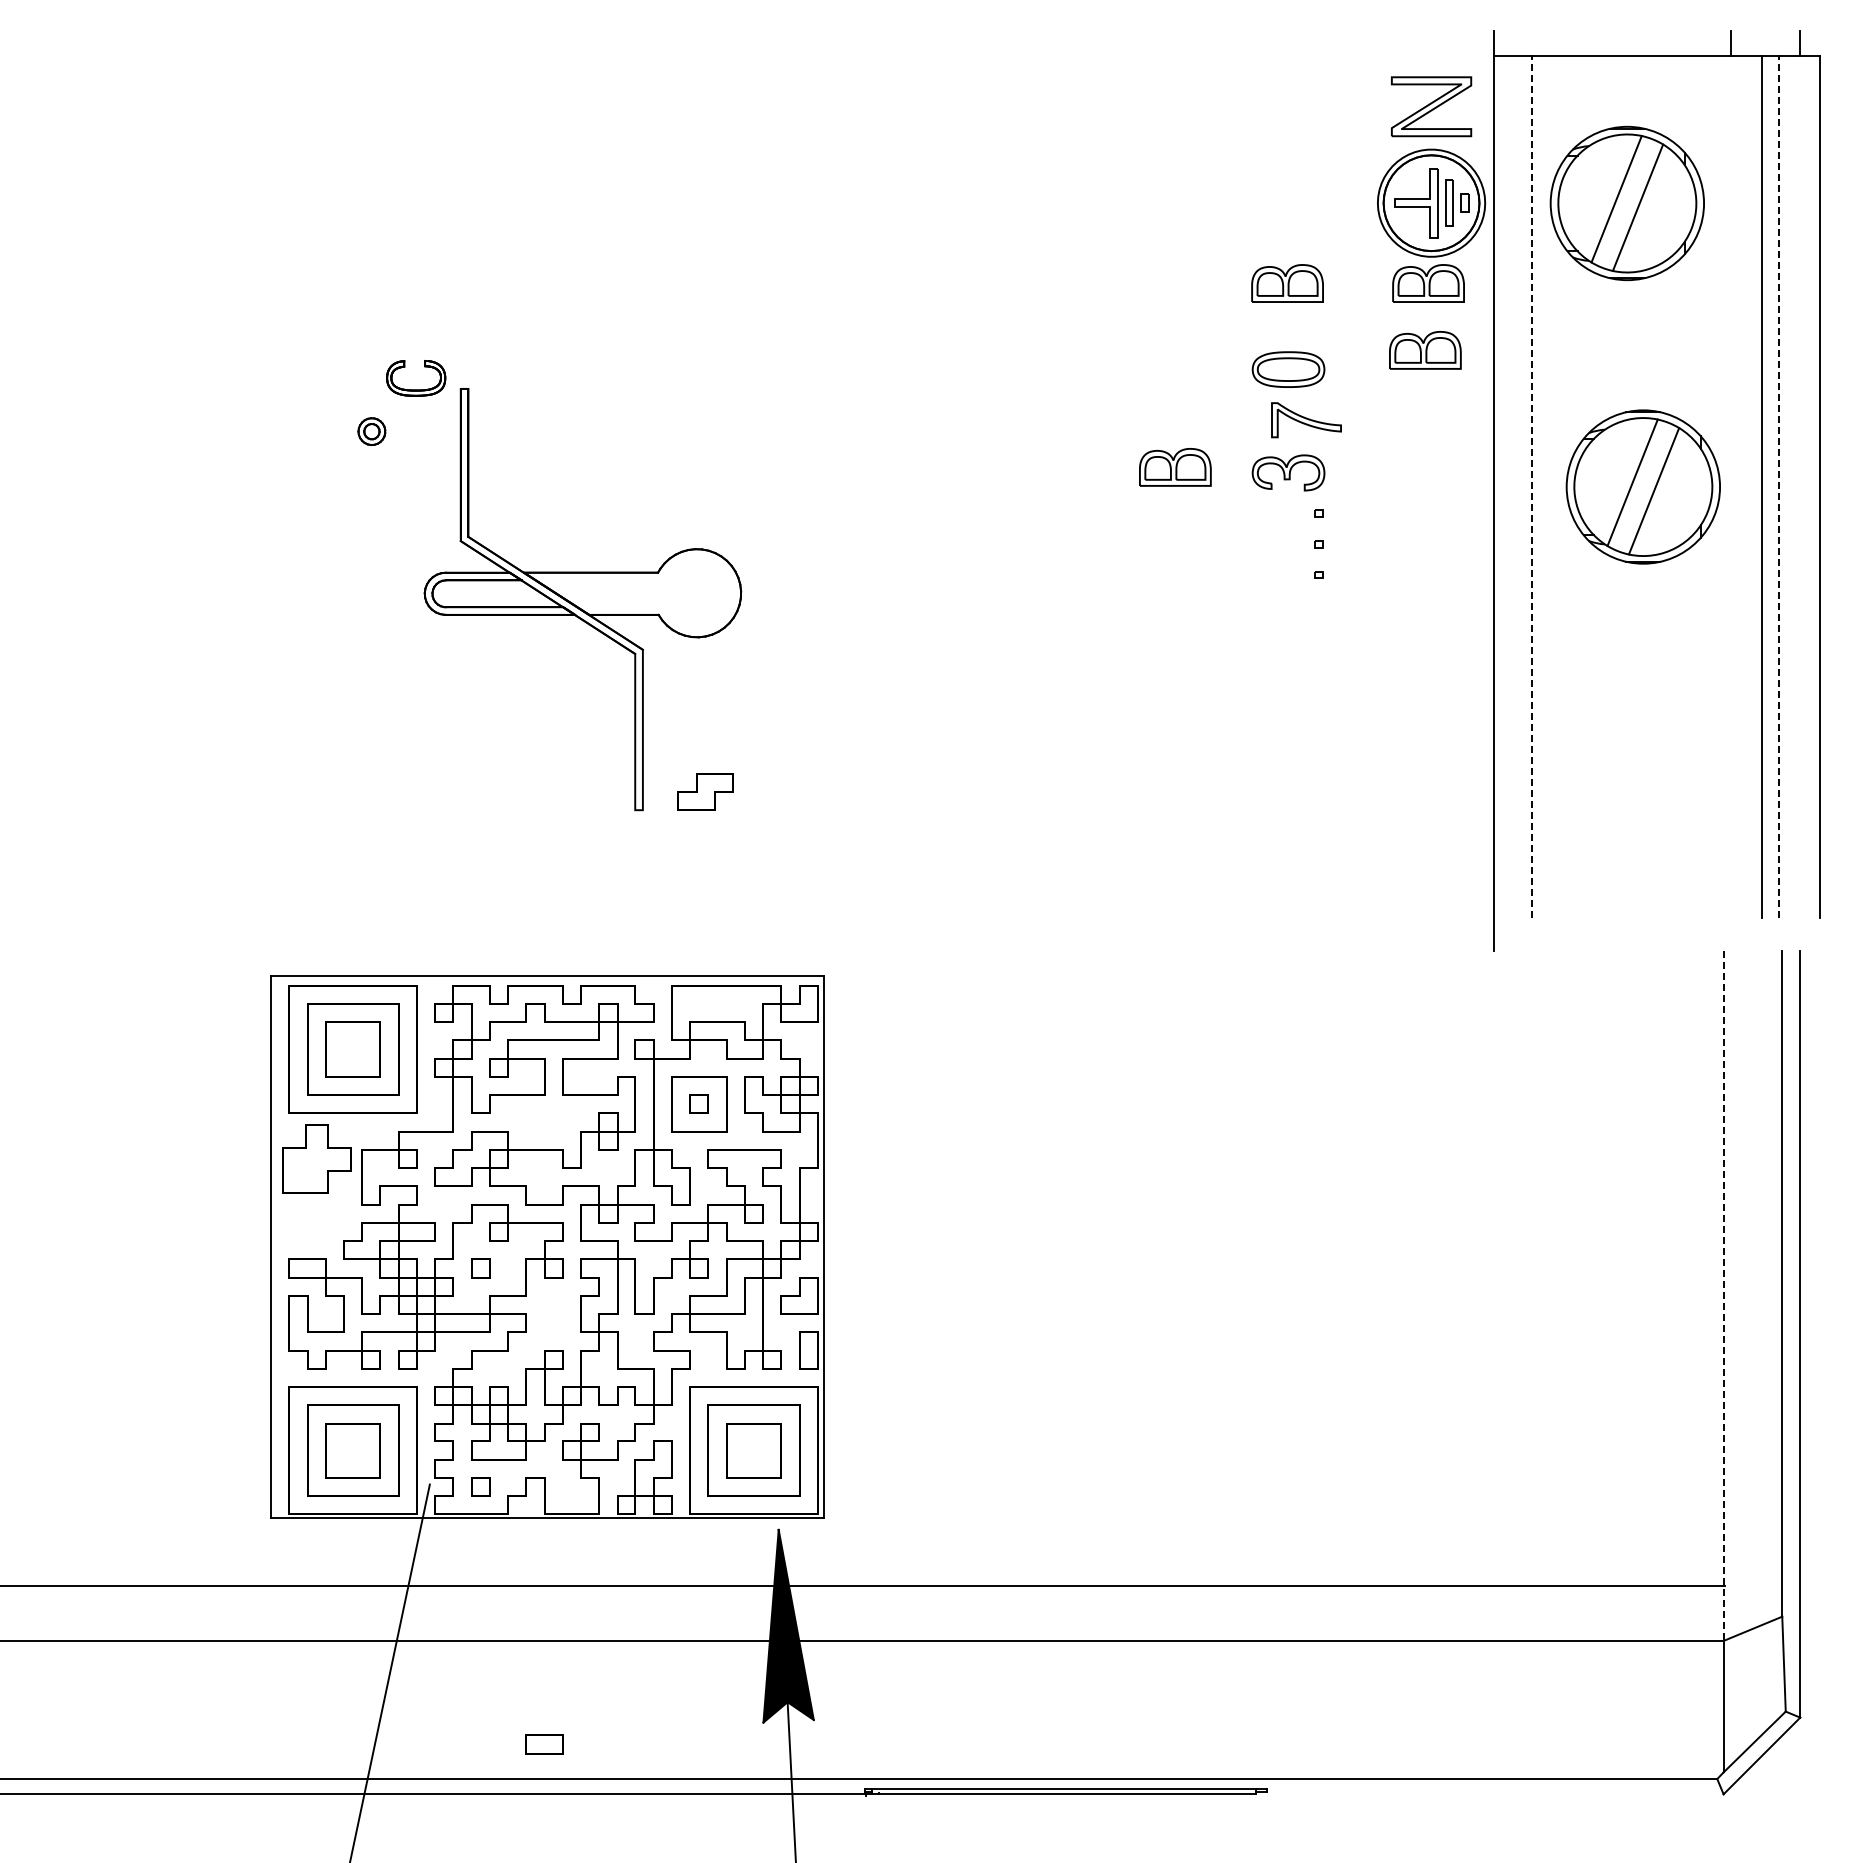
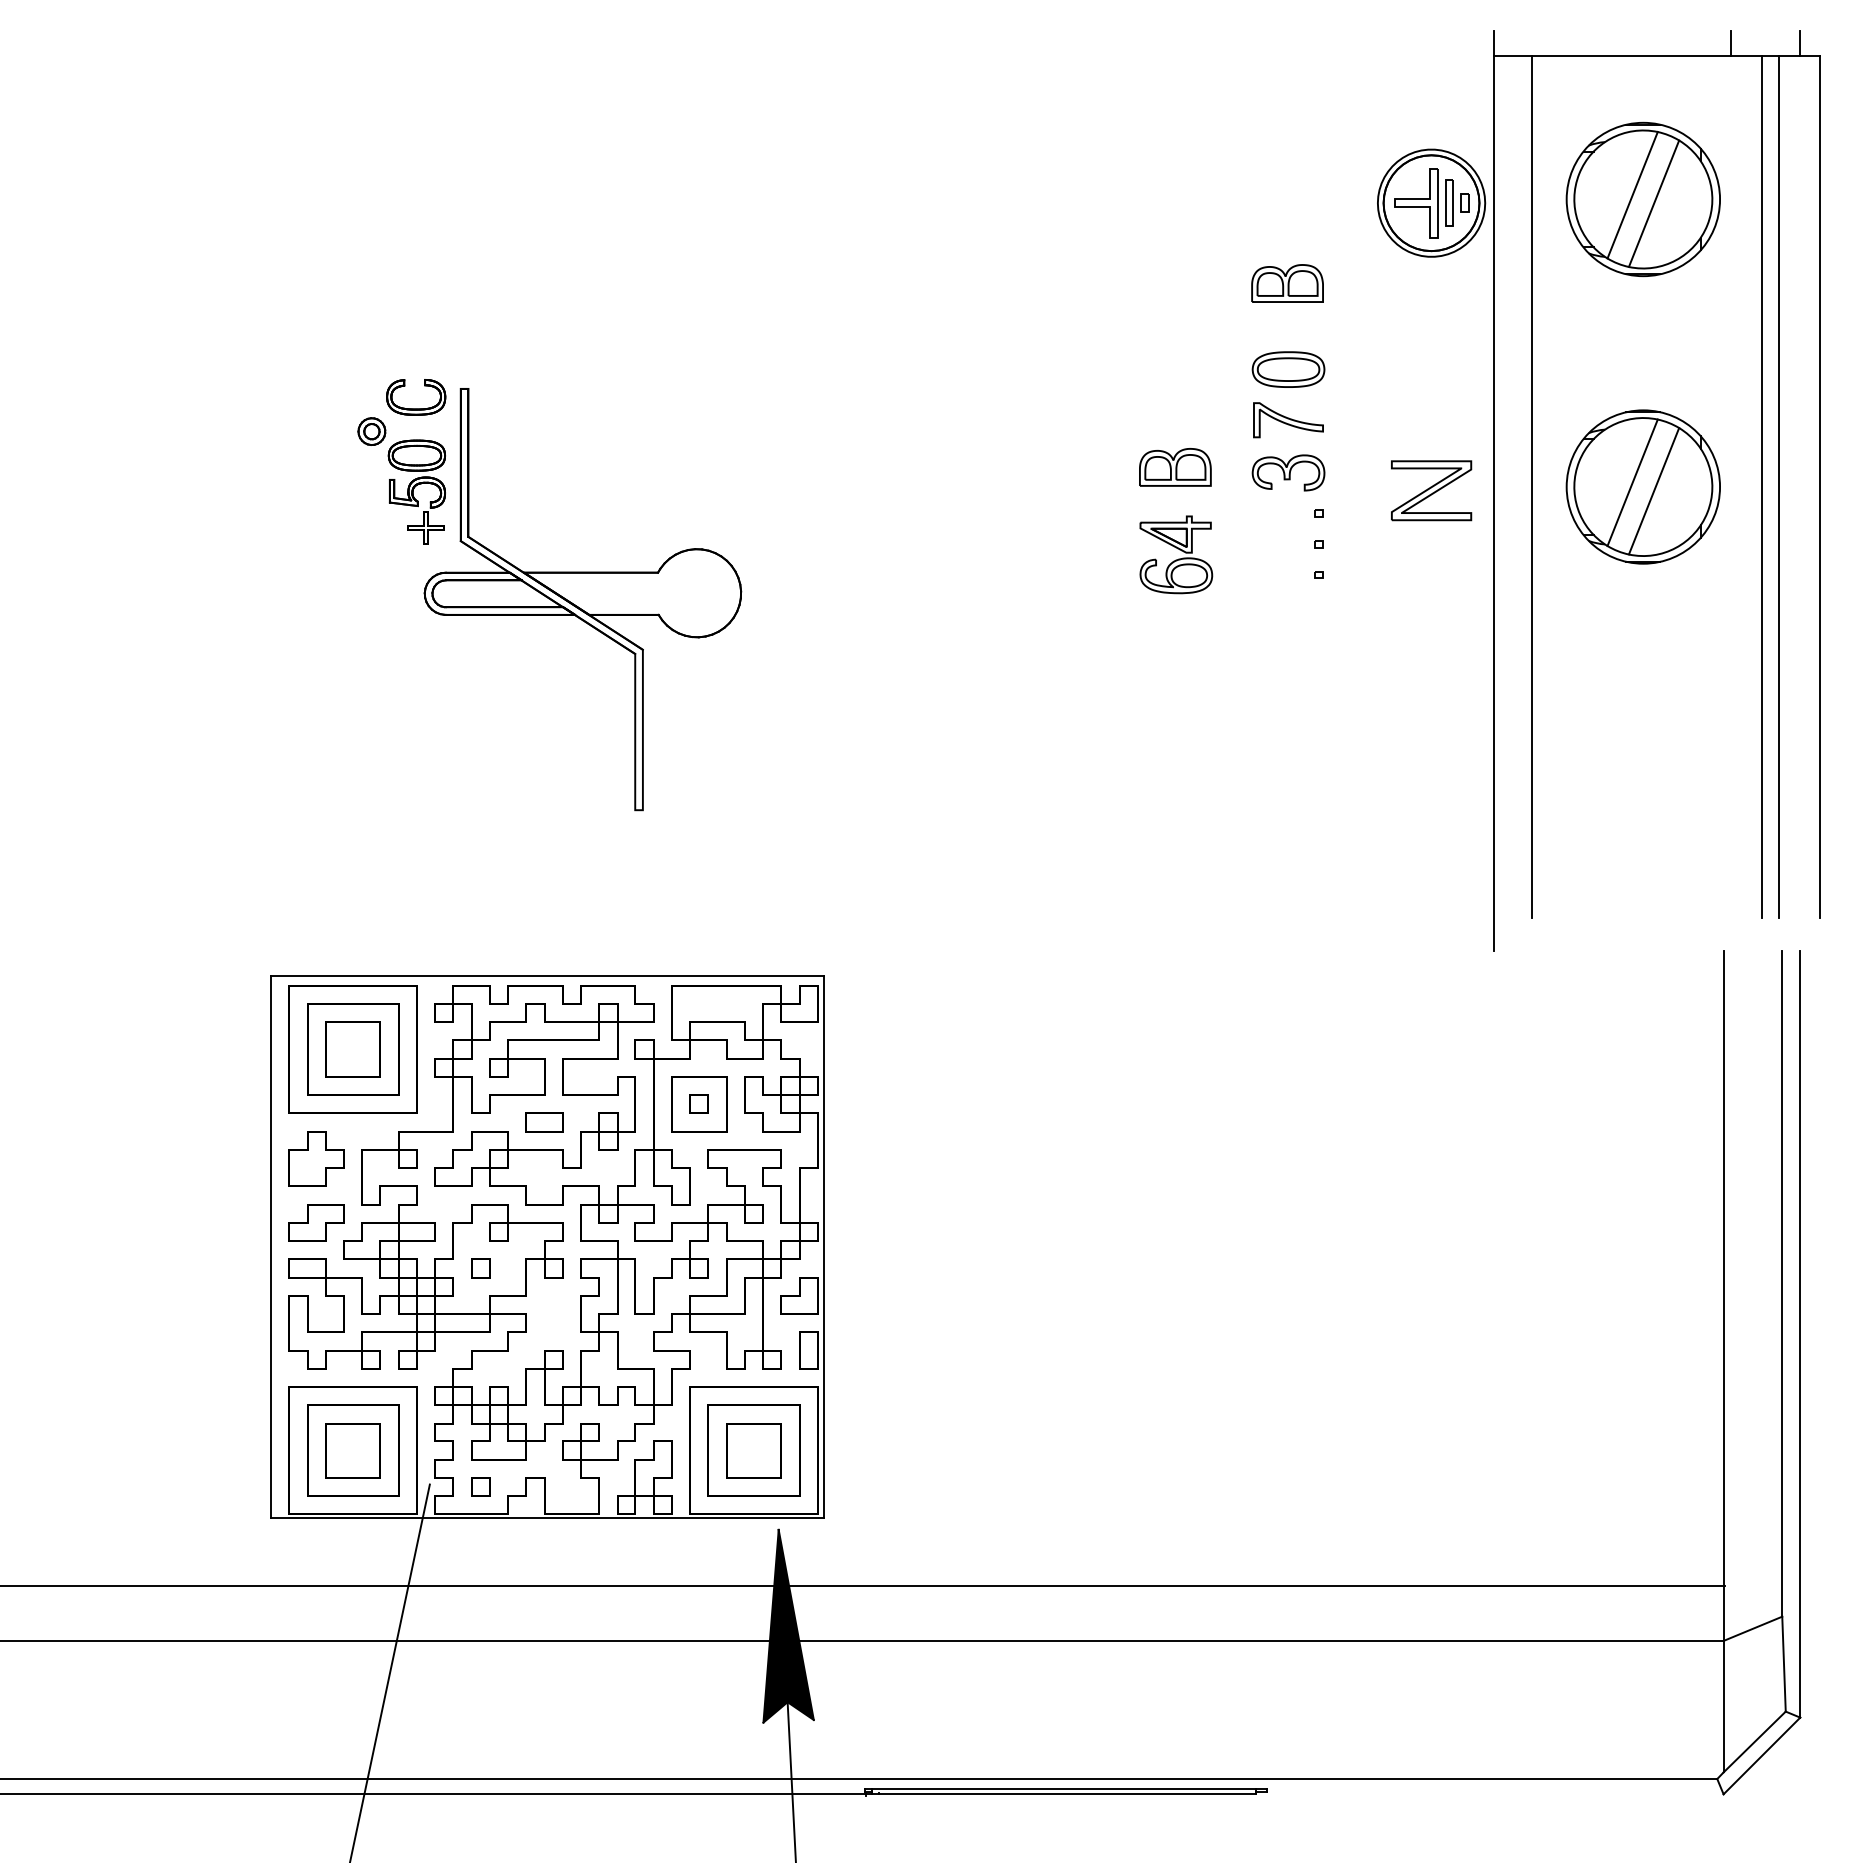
part at (1431, 106) position: (1431, 106) -> (1431, 490)
part at (1626, 203) position: (1626, 203) -> (1642, 199)
part at (1428, 283): present -> none
part at (1425, 350): present -> none
part at (416, 389) position: (416, 389) -> (416, 408)
part at (1306, 420) position: (1306, 420) -> (1288, 420)
line at (1532, 486): dashed -> solid
line at (1778, 486): dashed -> solid
part at (416, 491): none -> present
part at (1176, 554): none -> present
part at (705, 791) position: (705, 791) -> (316, 1222)
part at (316, 1158) size: 70x70 px -> 57x56 px
line at (1723, 1296): dashed -> solid
part at (544, 1744) position: (544, 1744) -> (544, 1122)
